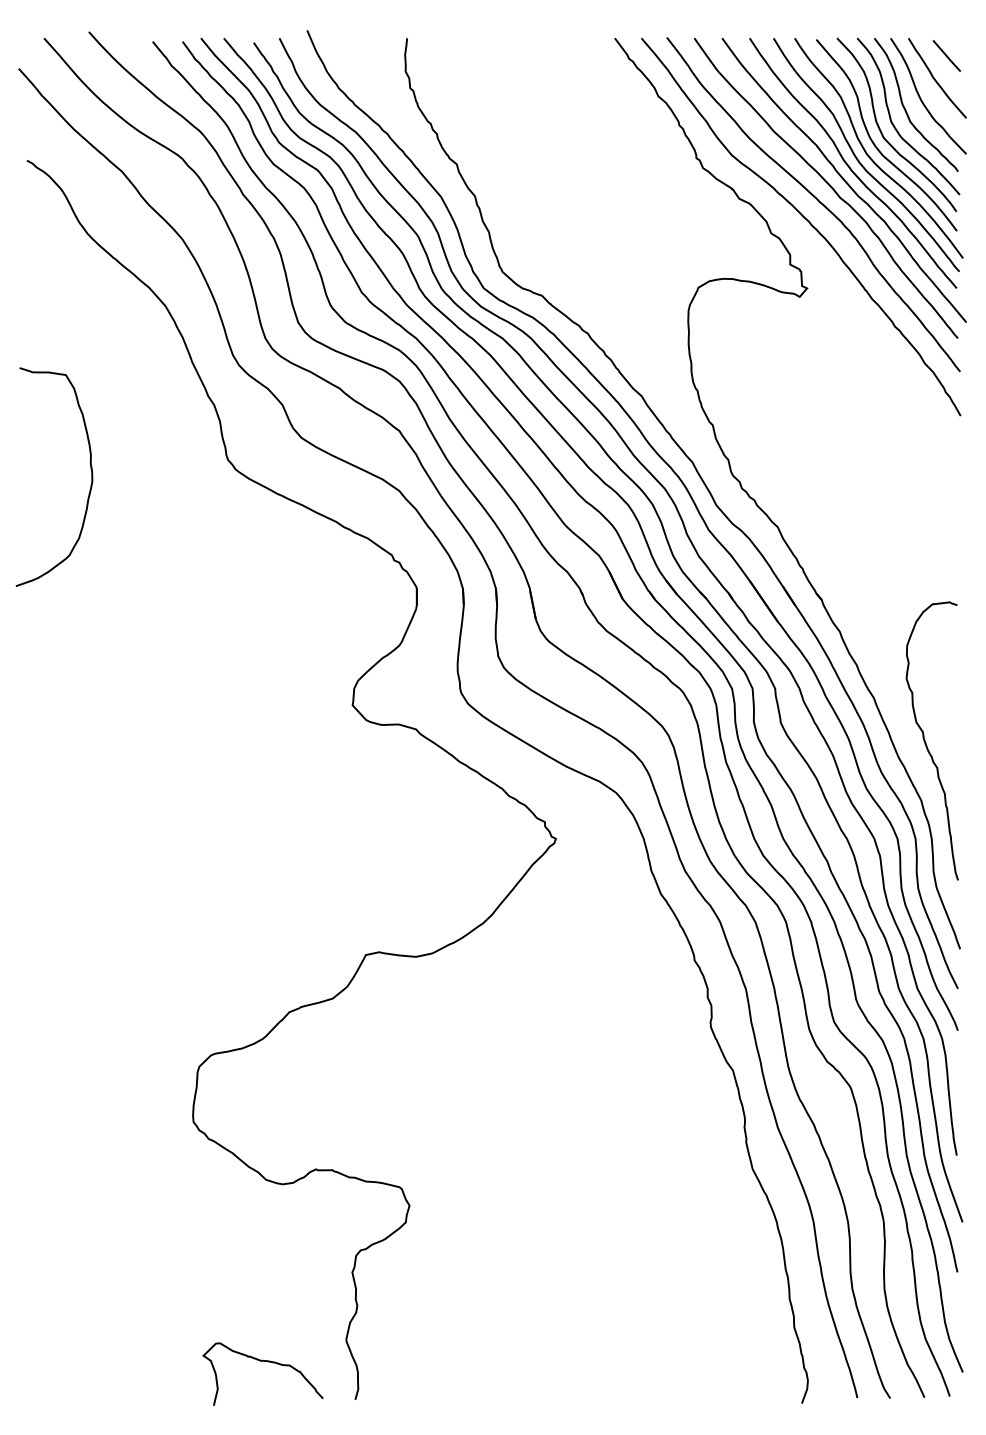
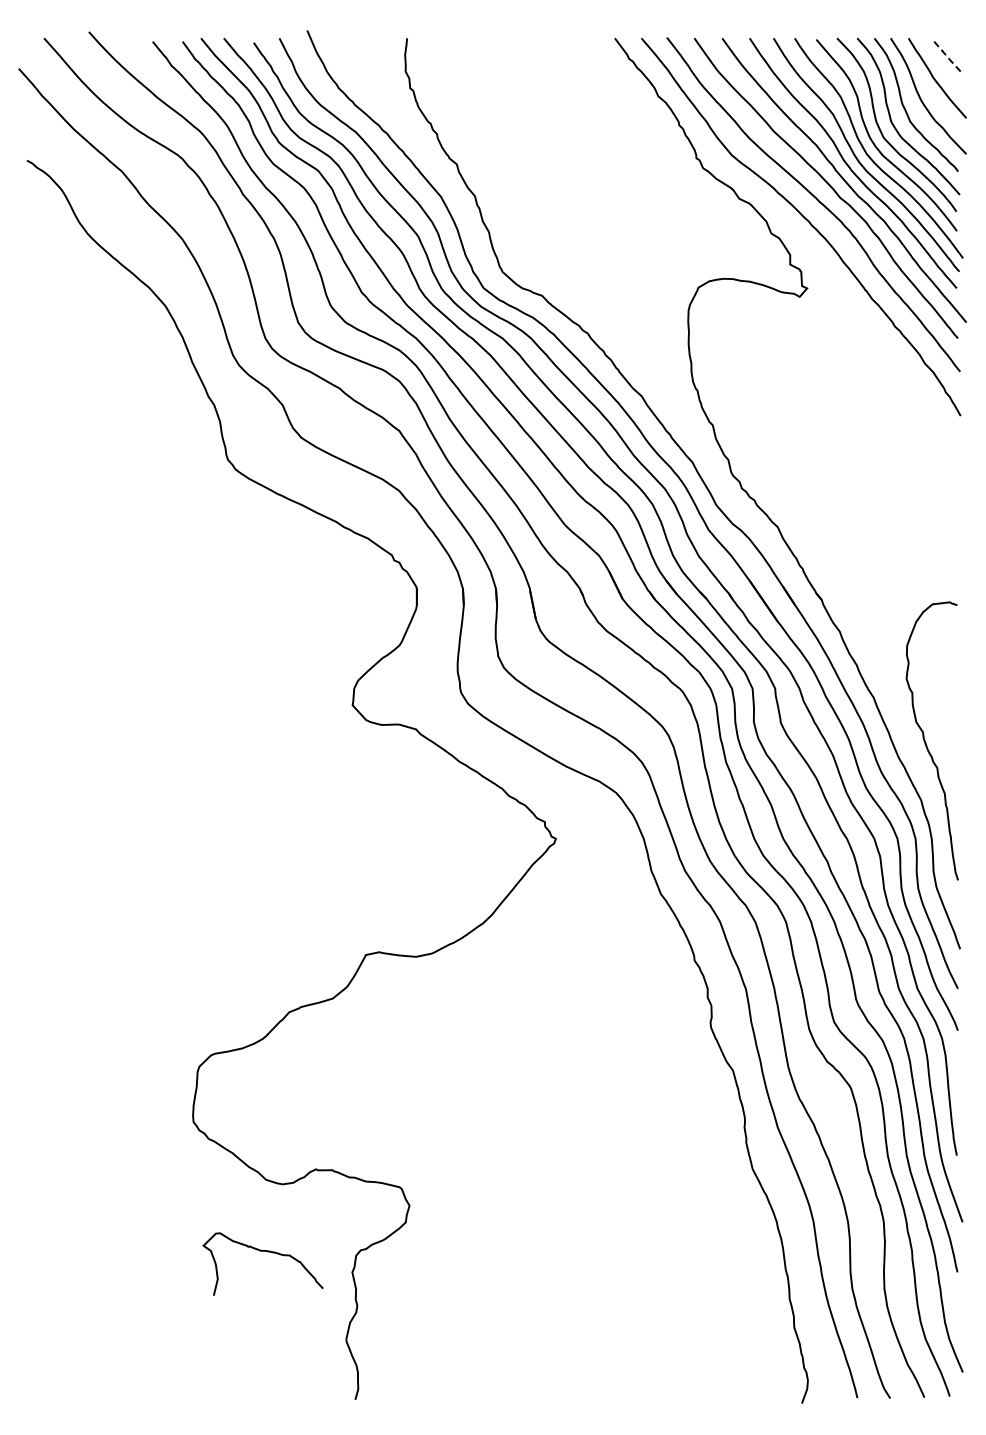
line at (946, 56): solid -> dashed
curve at (90, 469): present -> none
curve at (262, 1361) position: (262, 1361) -> (262, 1251)
